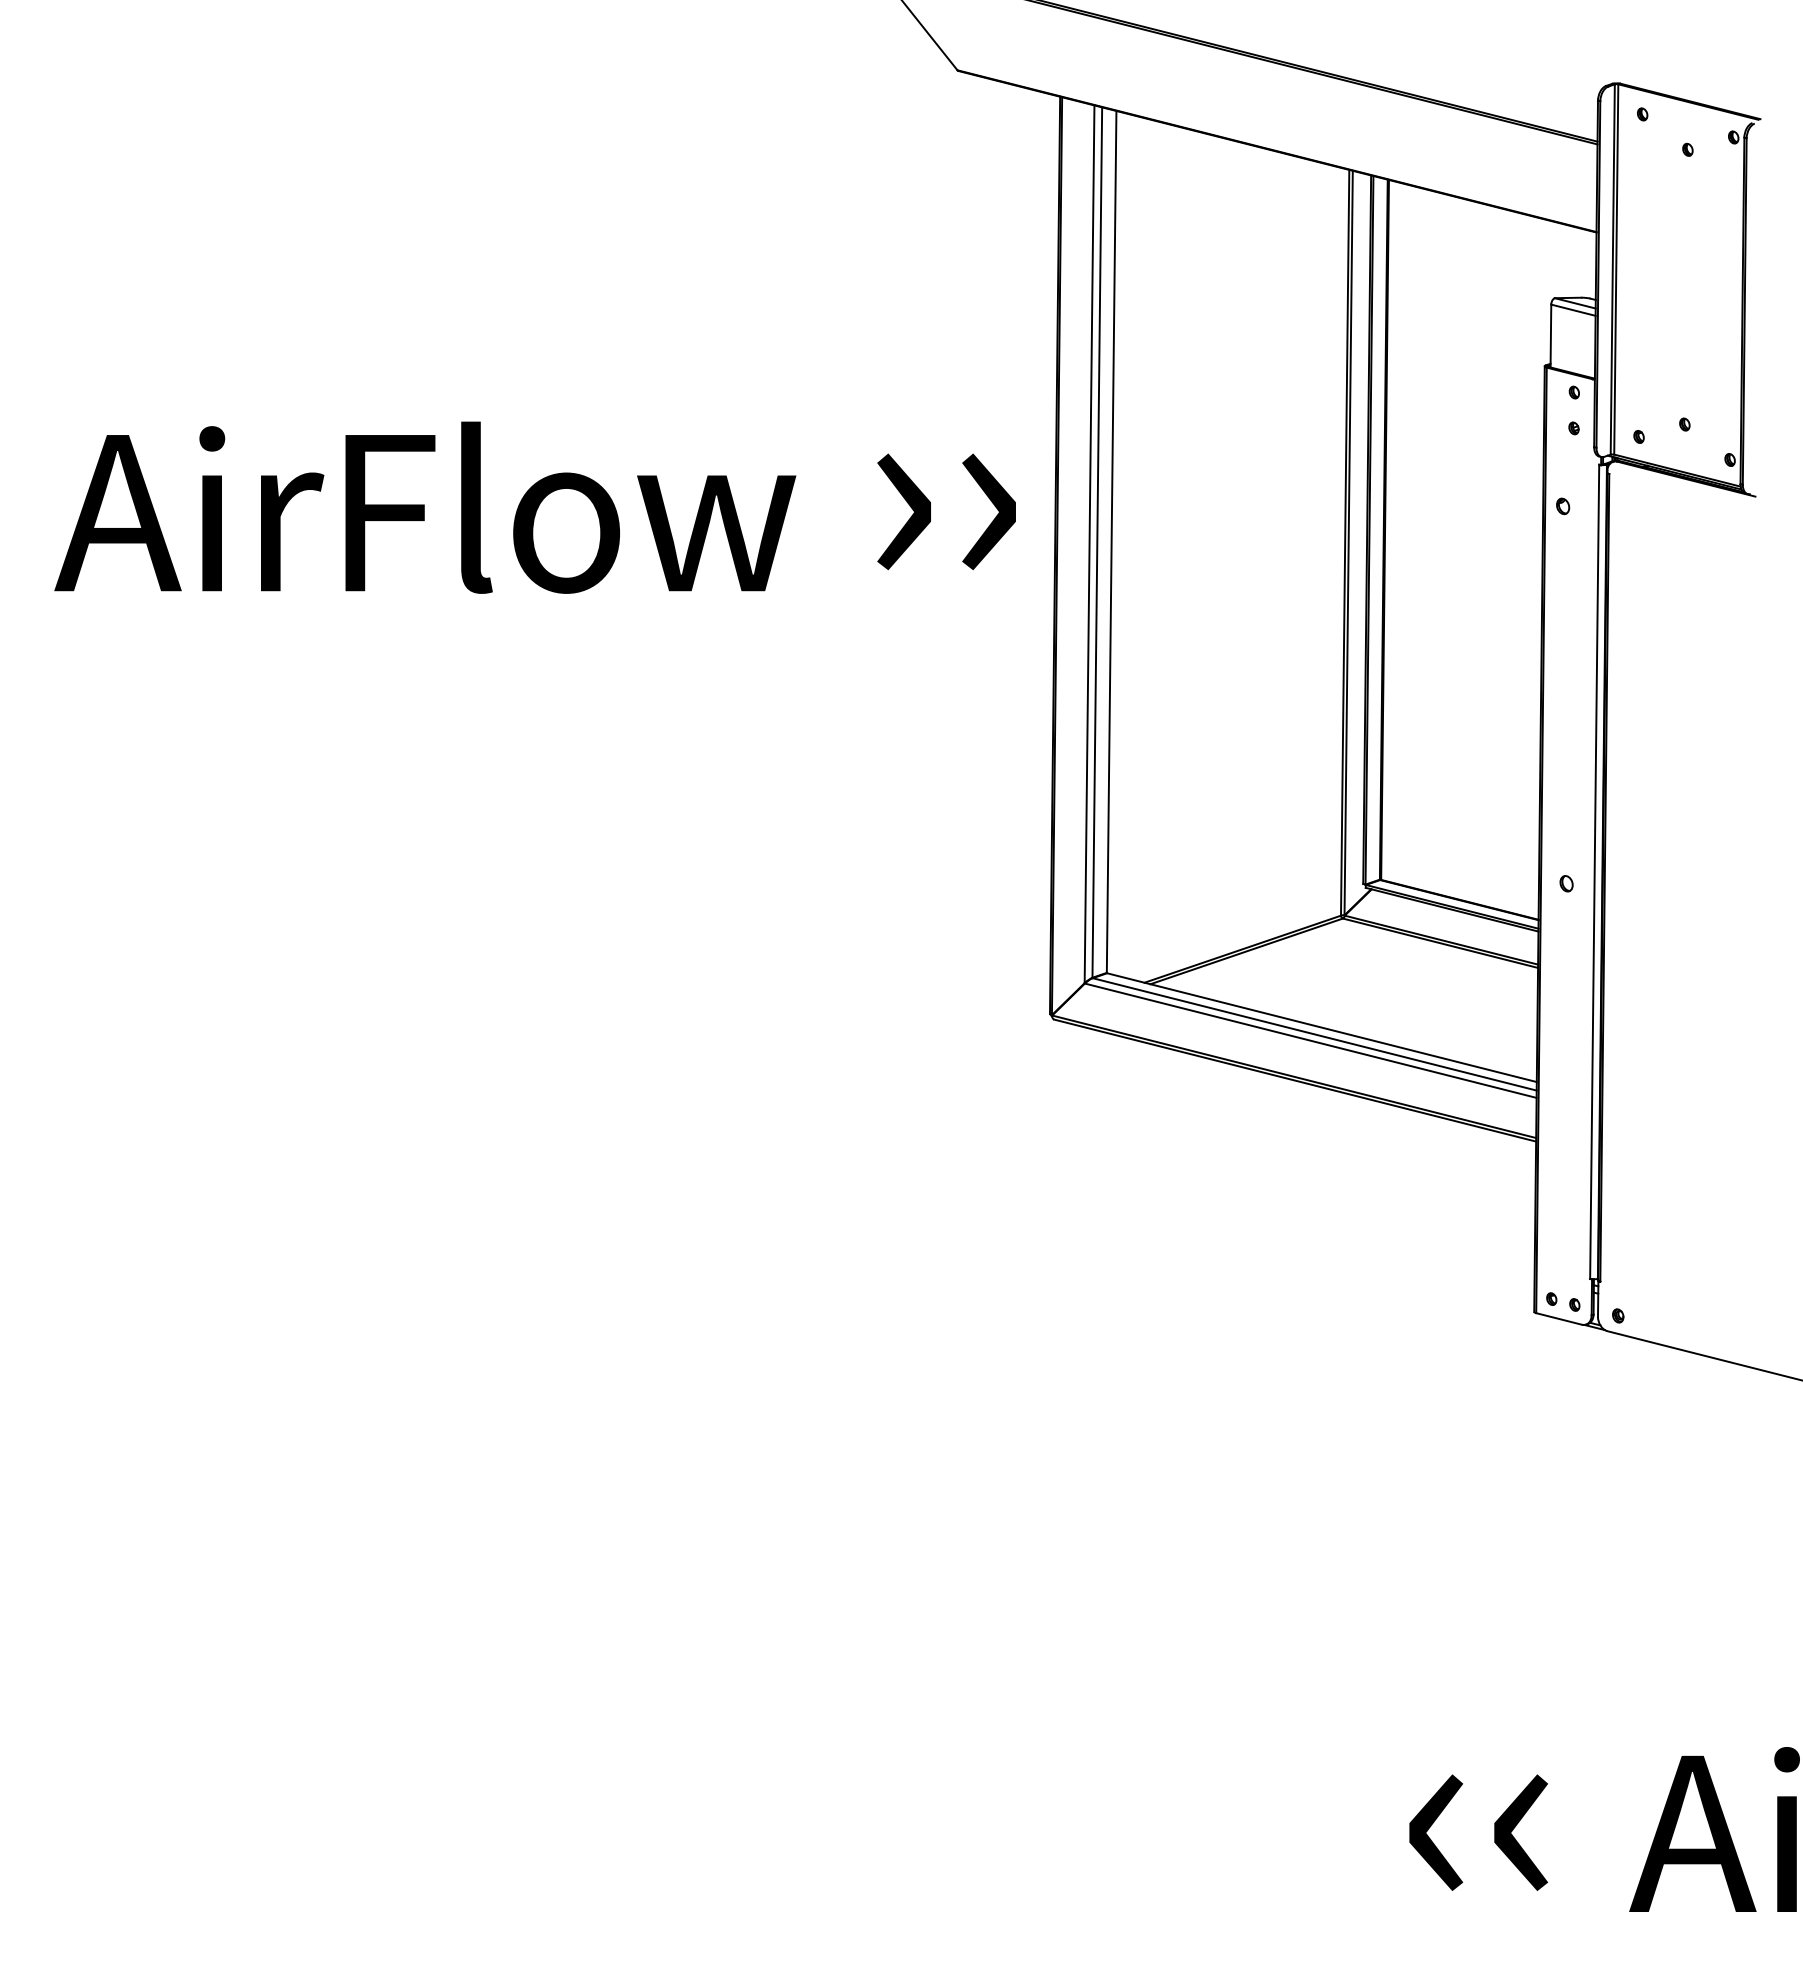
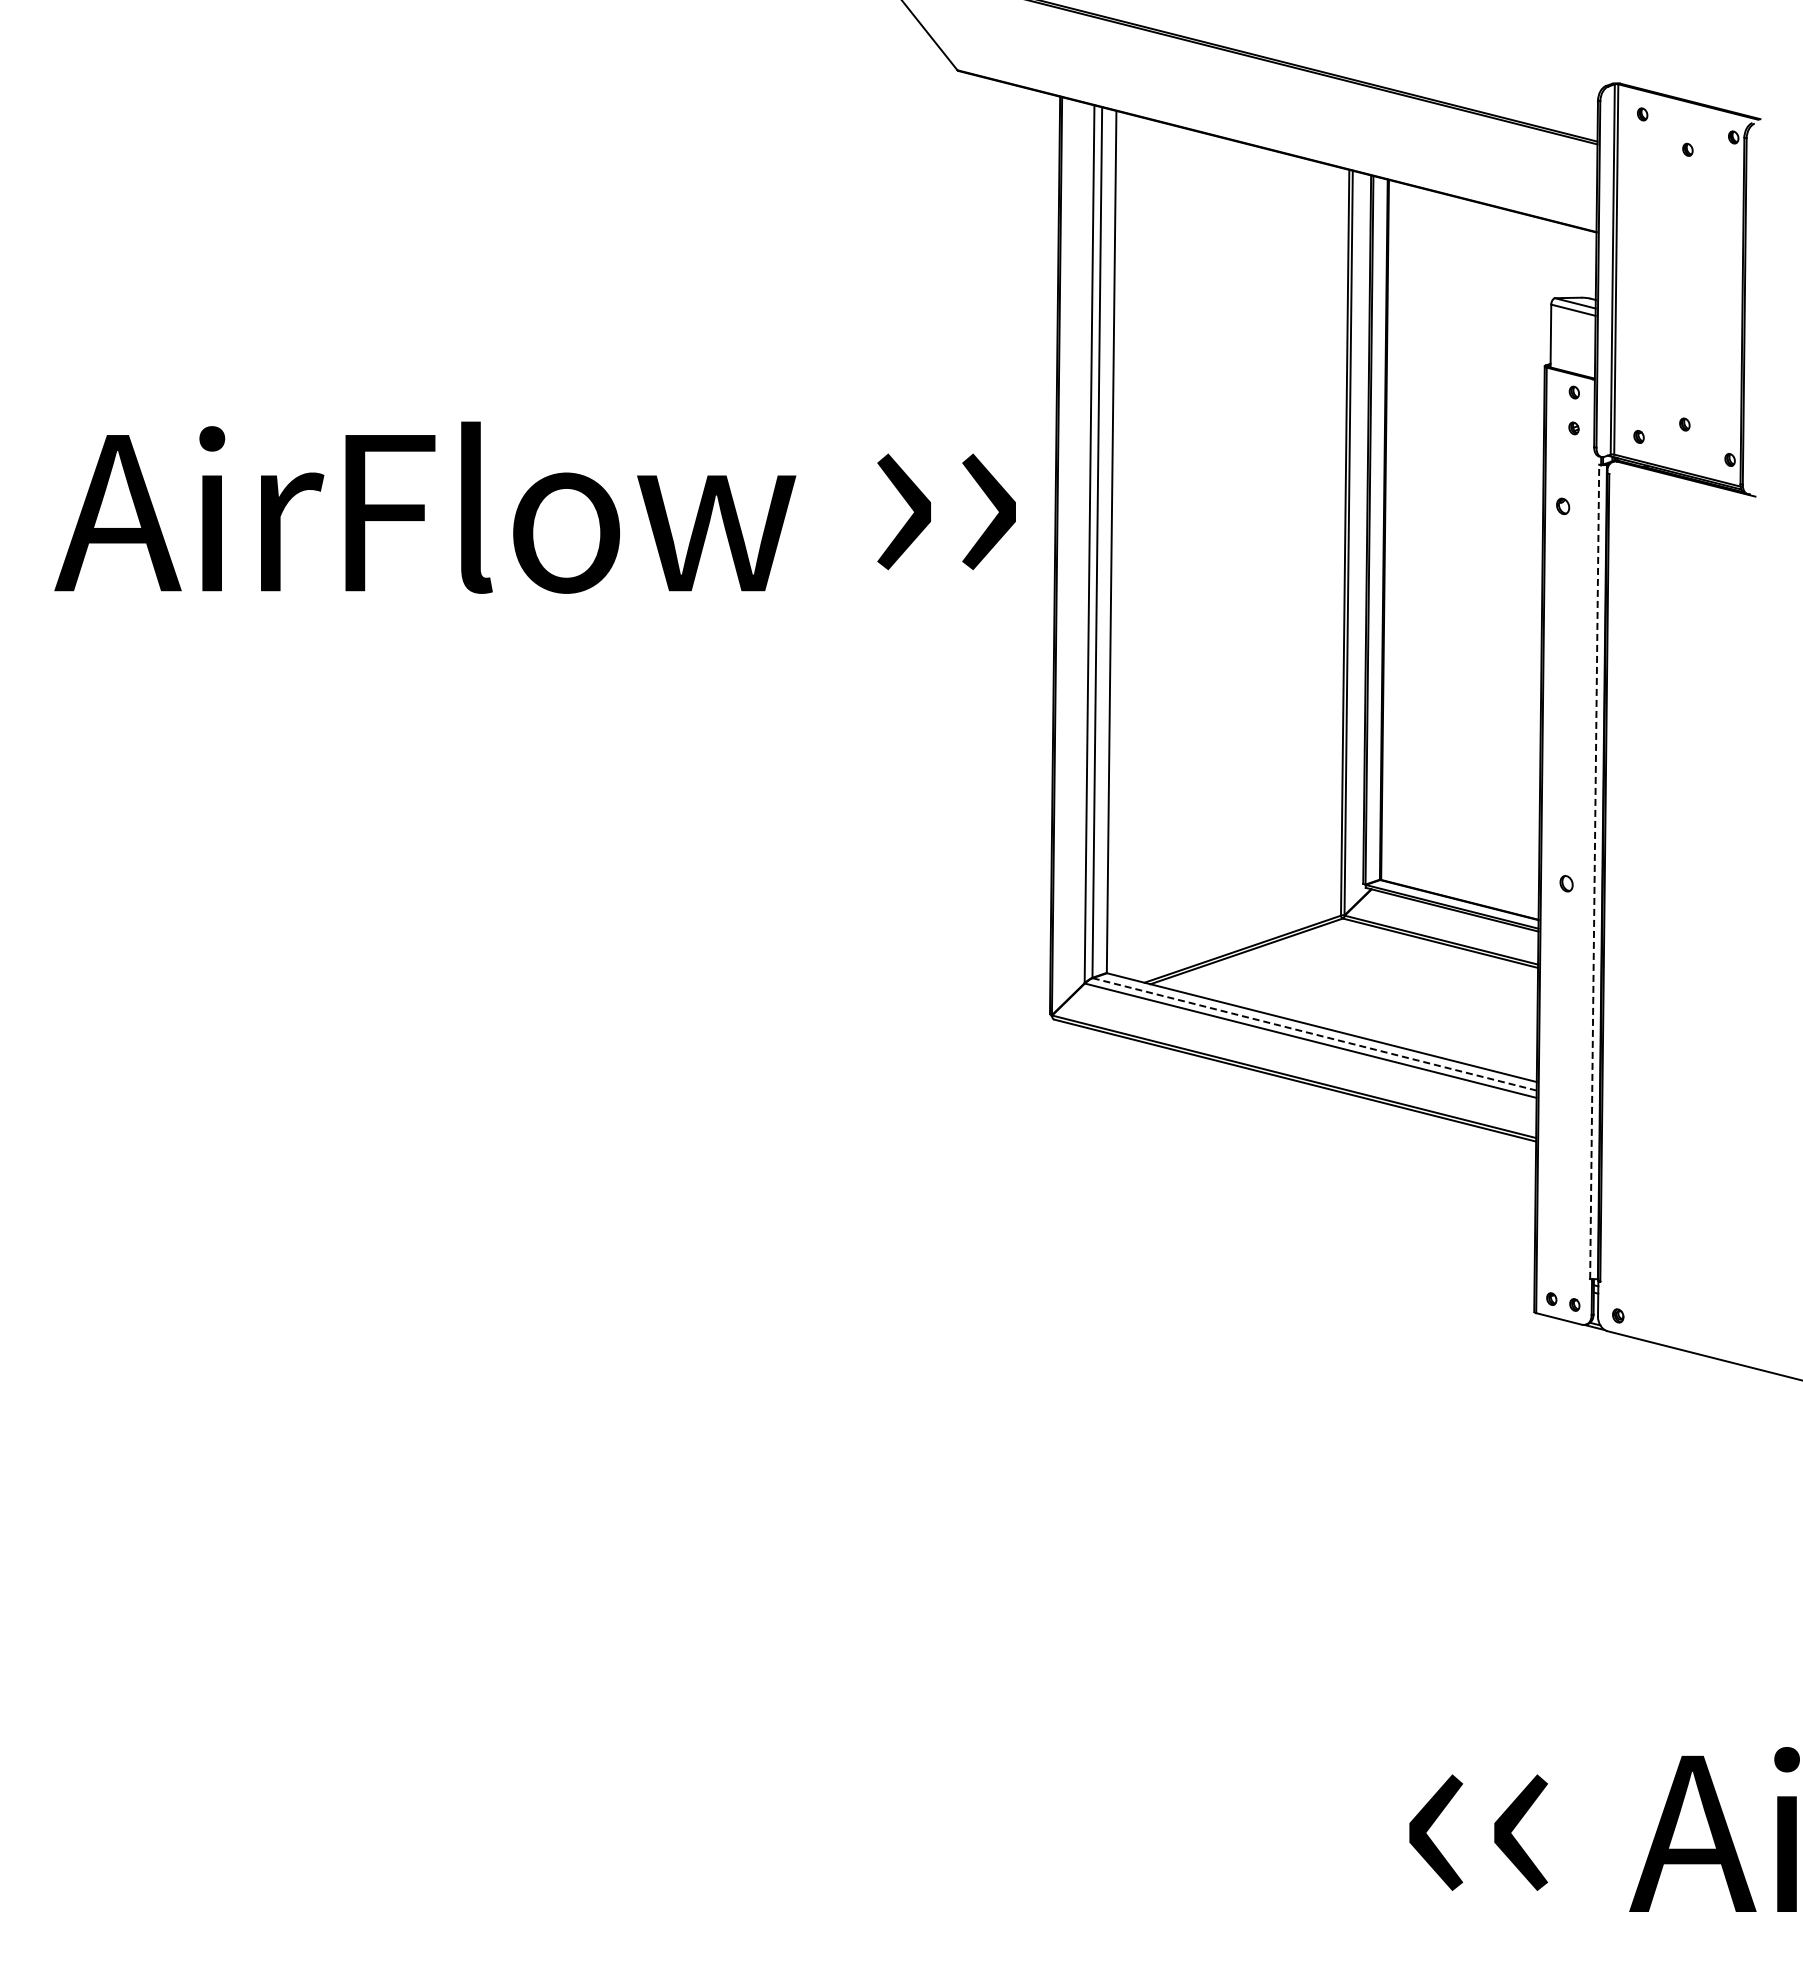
line at (1594, 871): solid -> dashed
line at (1314, 1034): solid -> dashed
